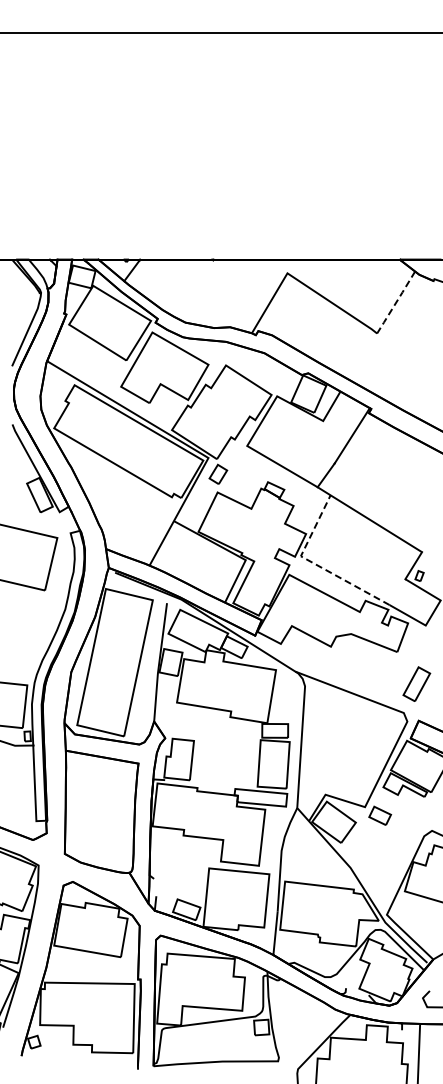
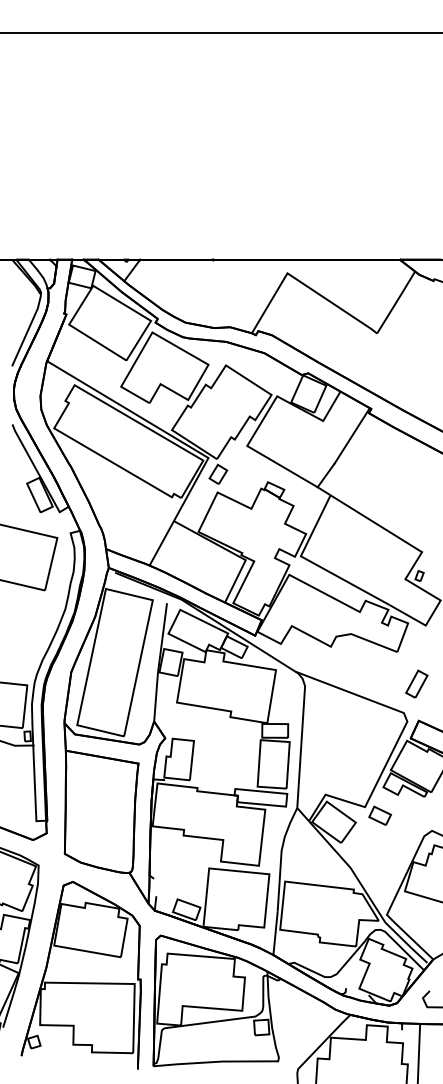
line at (396, 302): dashed -> solid
line at (314, 563): dashed -> solid
part at (416, 683) size: 30x36 px -> 24x30 px
